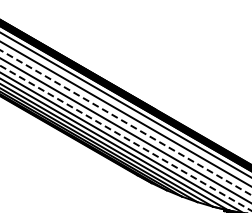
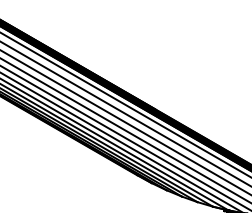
line at (126, 122): dashed -> solid
line at (126, 138): dashed -> solid
